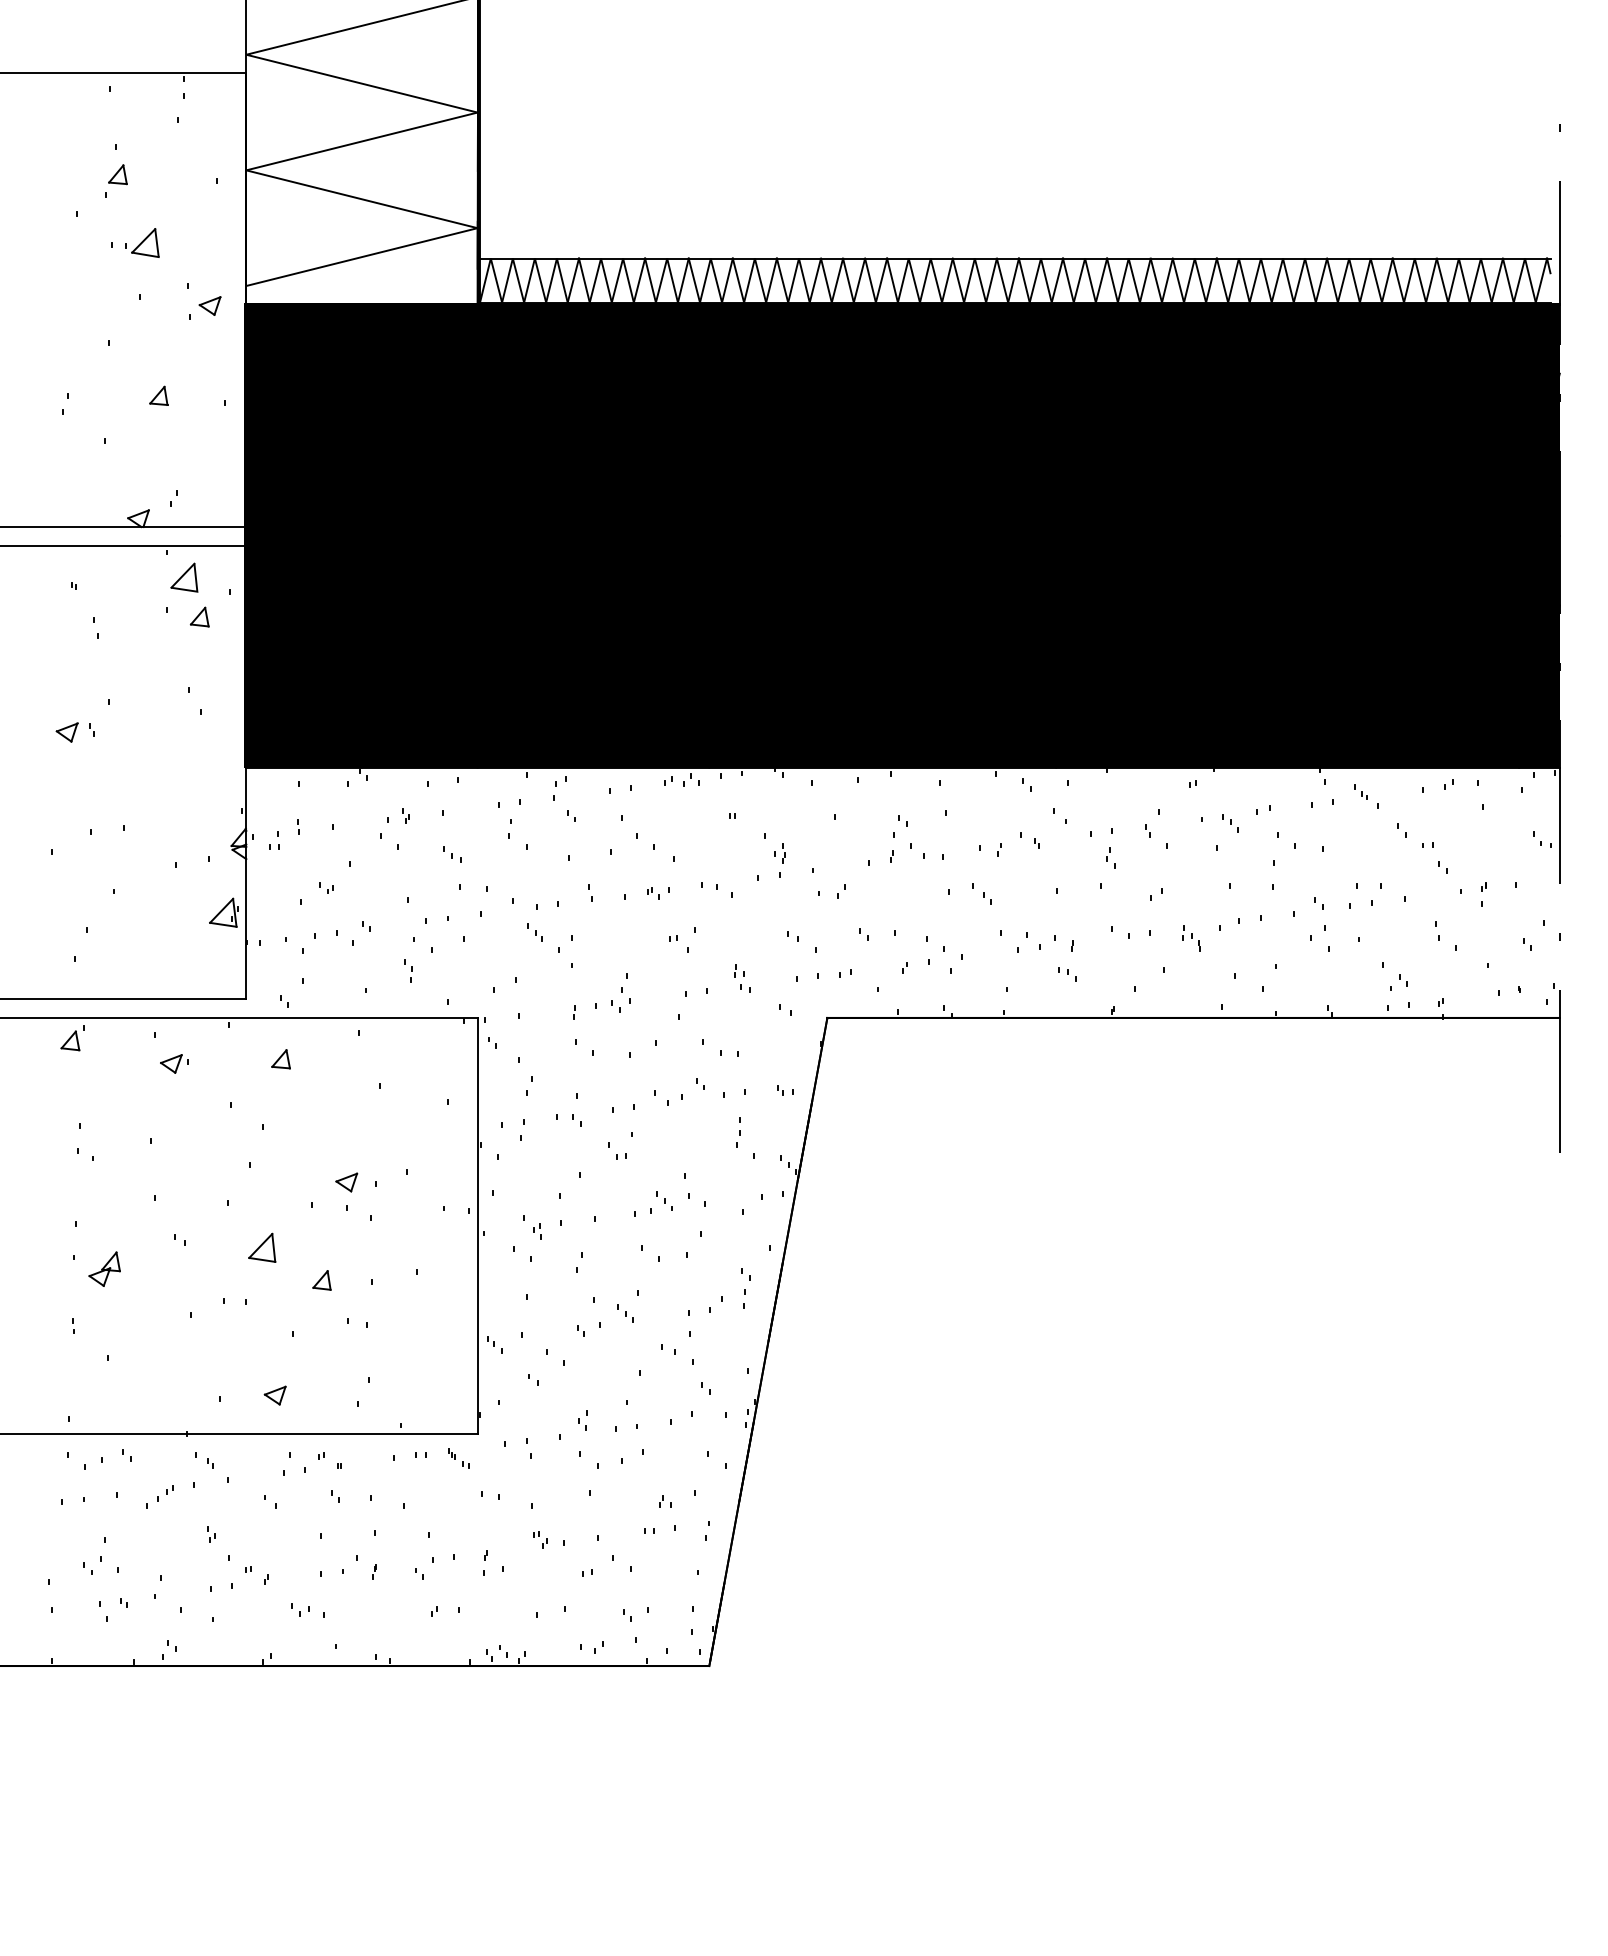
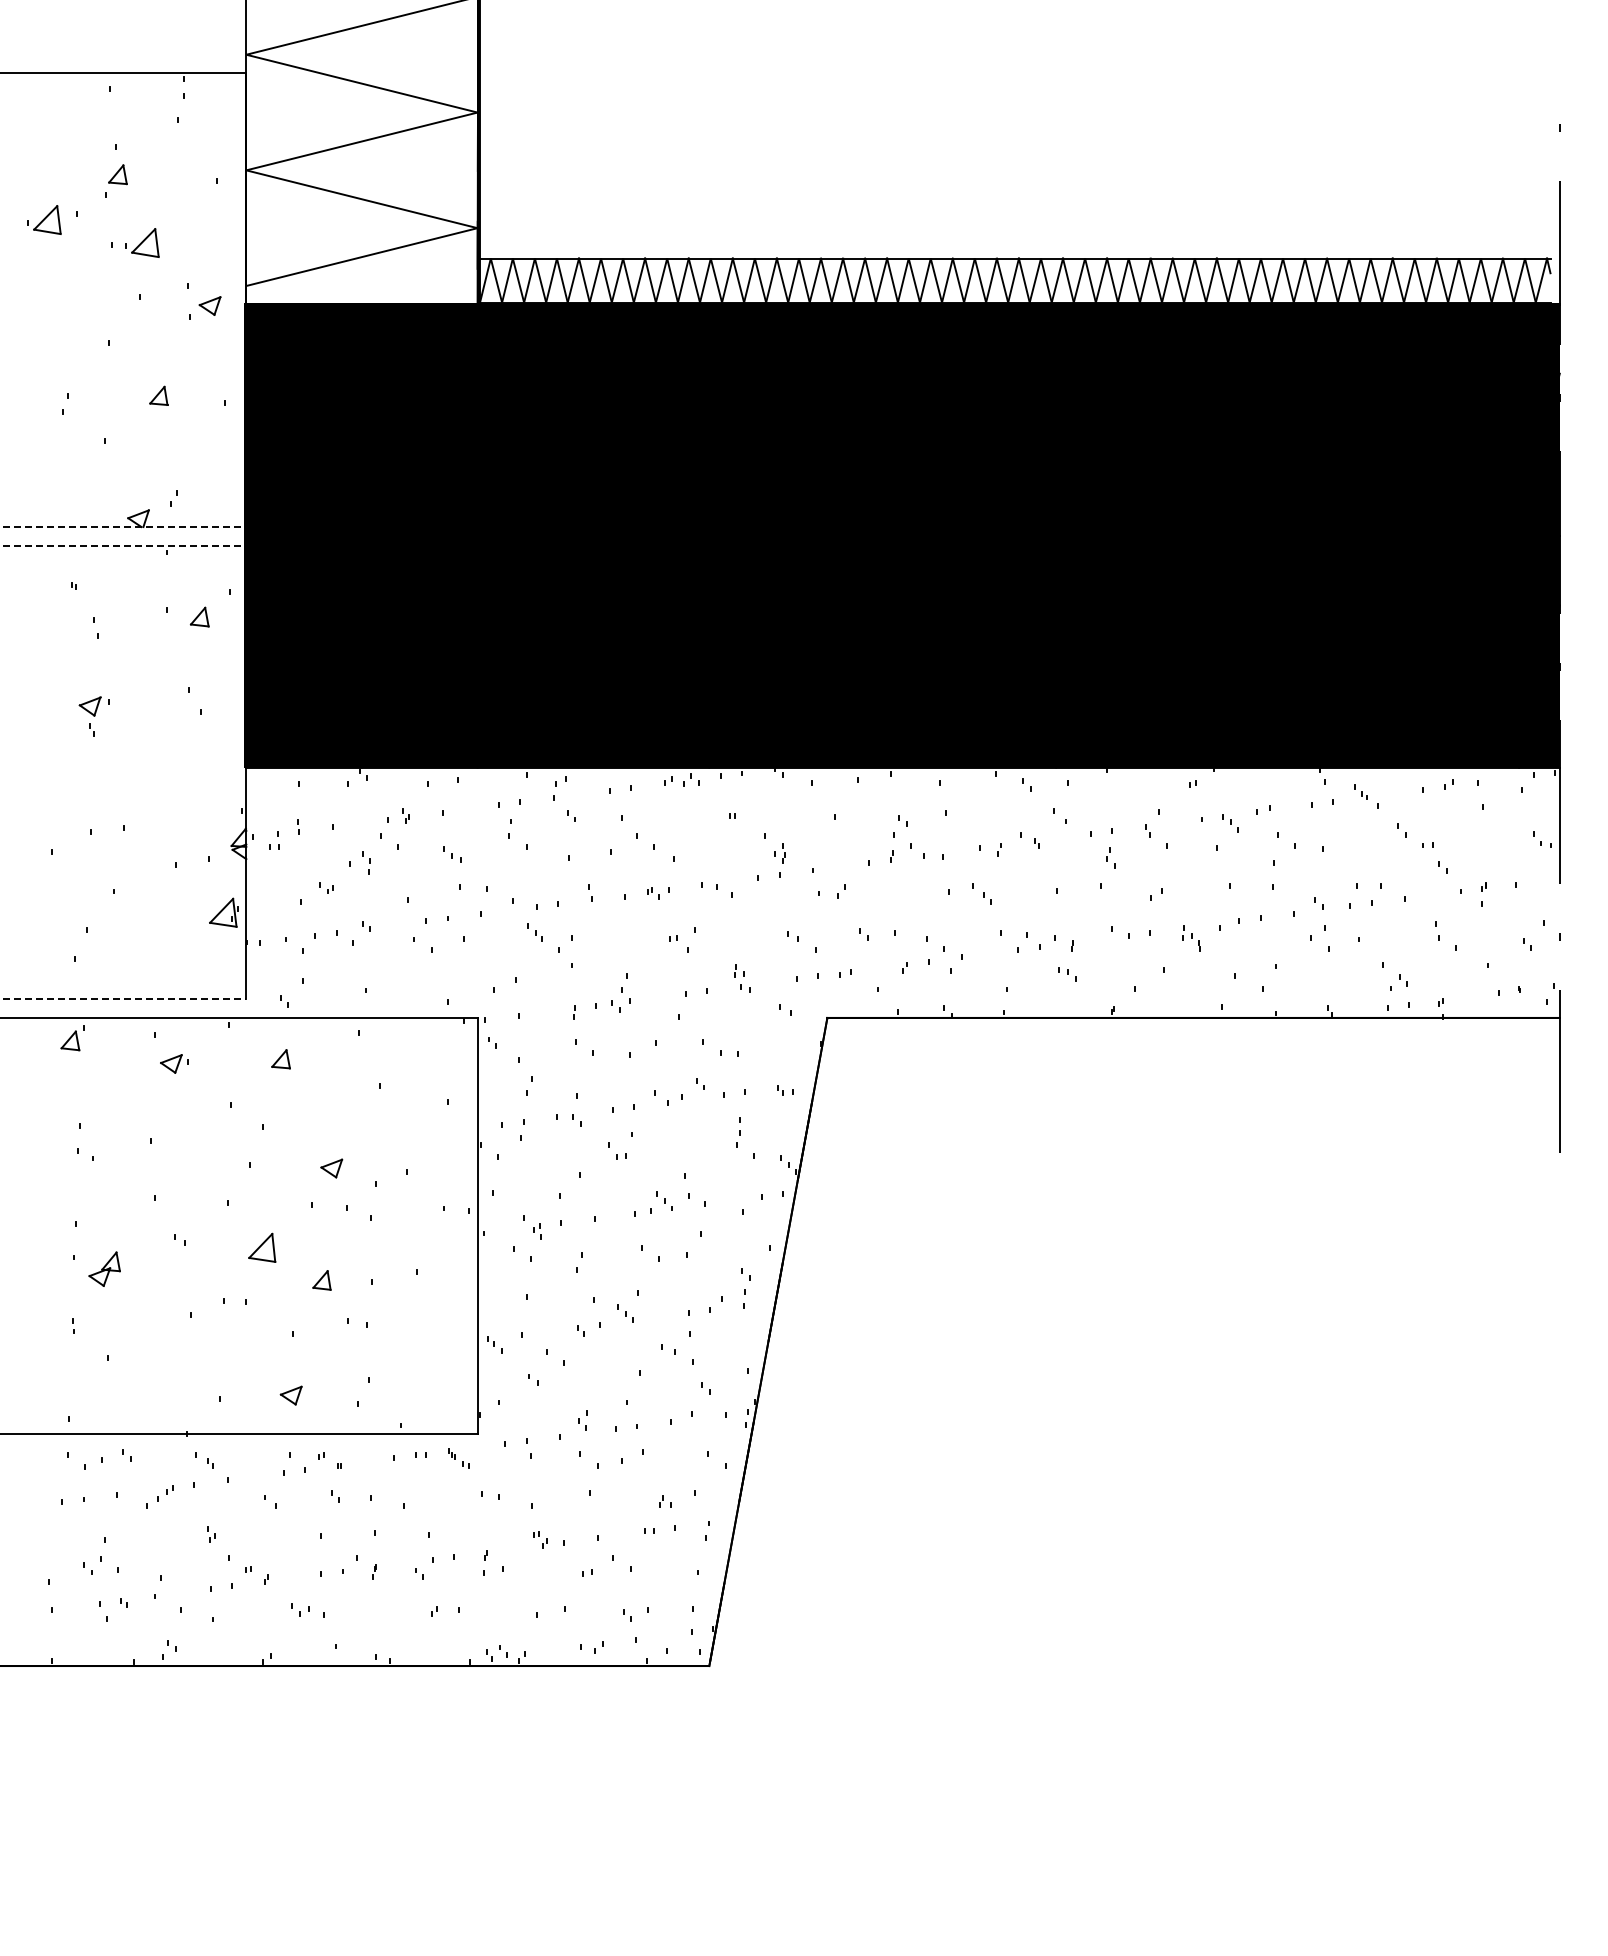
part at (44, 219): none -> present
line at (123, 527): solid -> dashed
line at (123, 545): solid -> dashed
part at (184, 577): present -> none
part at (66, 732) position: (66, 732) -> (89, 706)
part at (408, 970) position: (408, 970) -> (366, 862)
line at (123, 999): solid -> dashed
part at (346, 1182) position: (346, 1182) -> (331, 1168)
part at (274, 1395) position: (274, 1395) -> (290, 1395)
